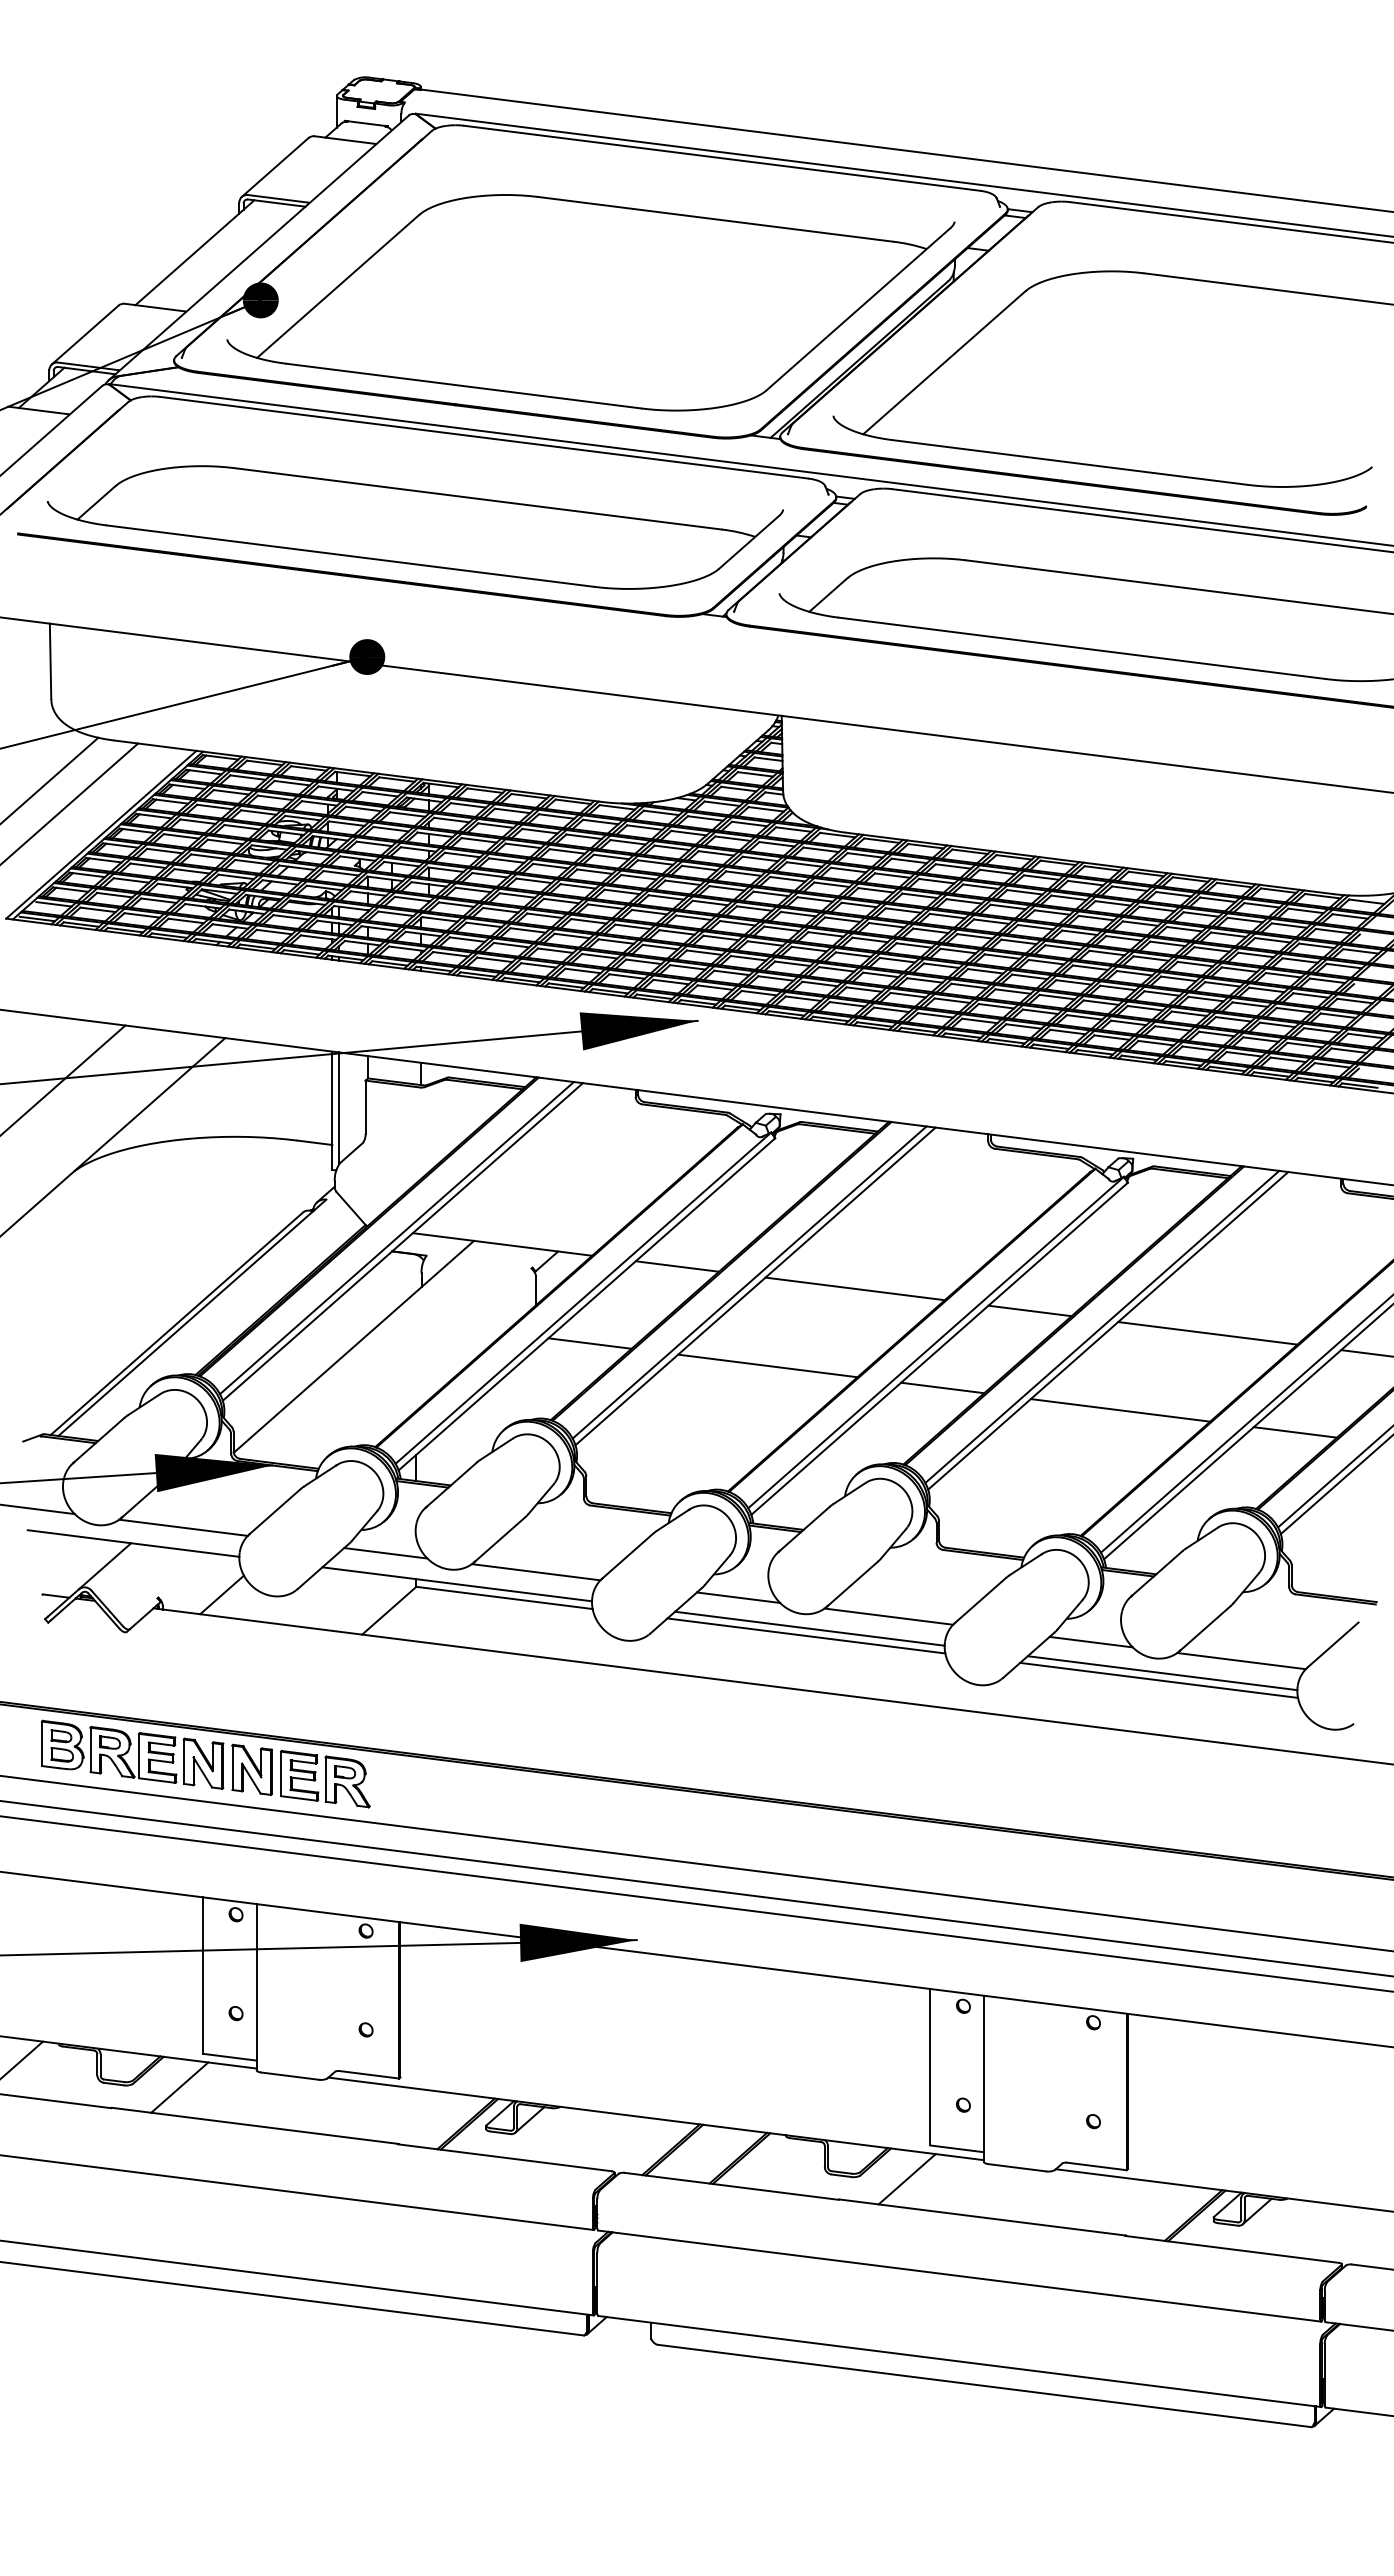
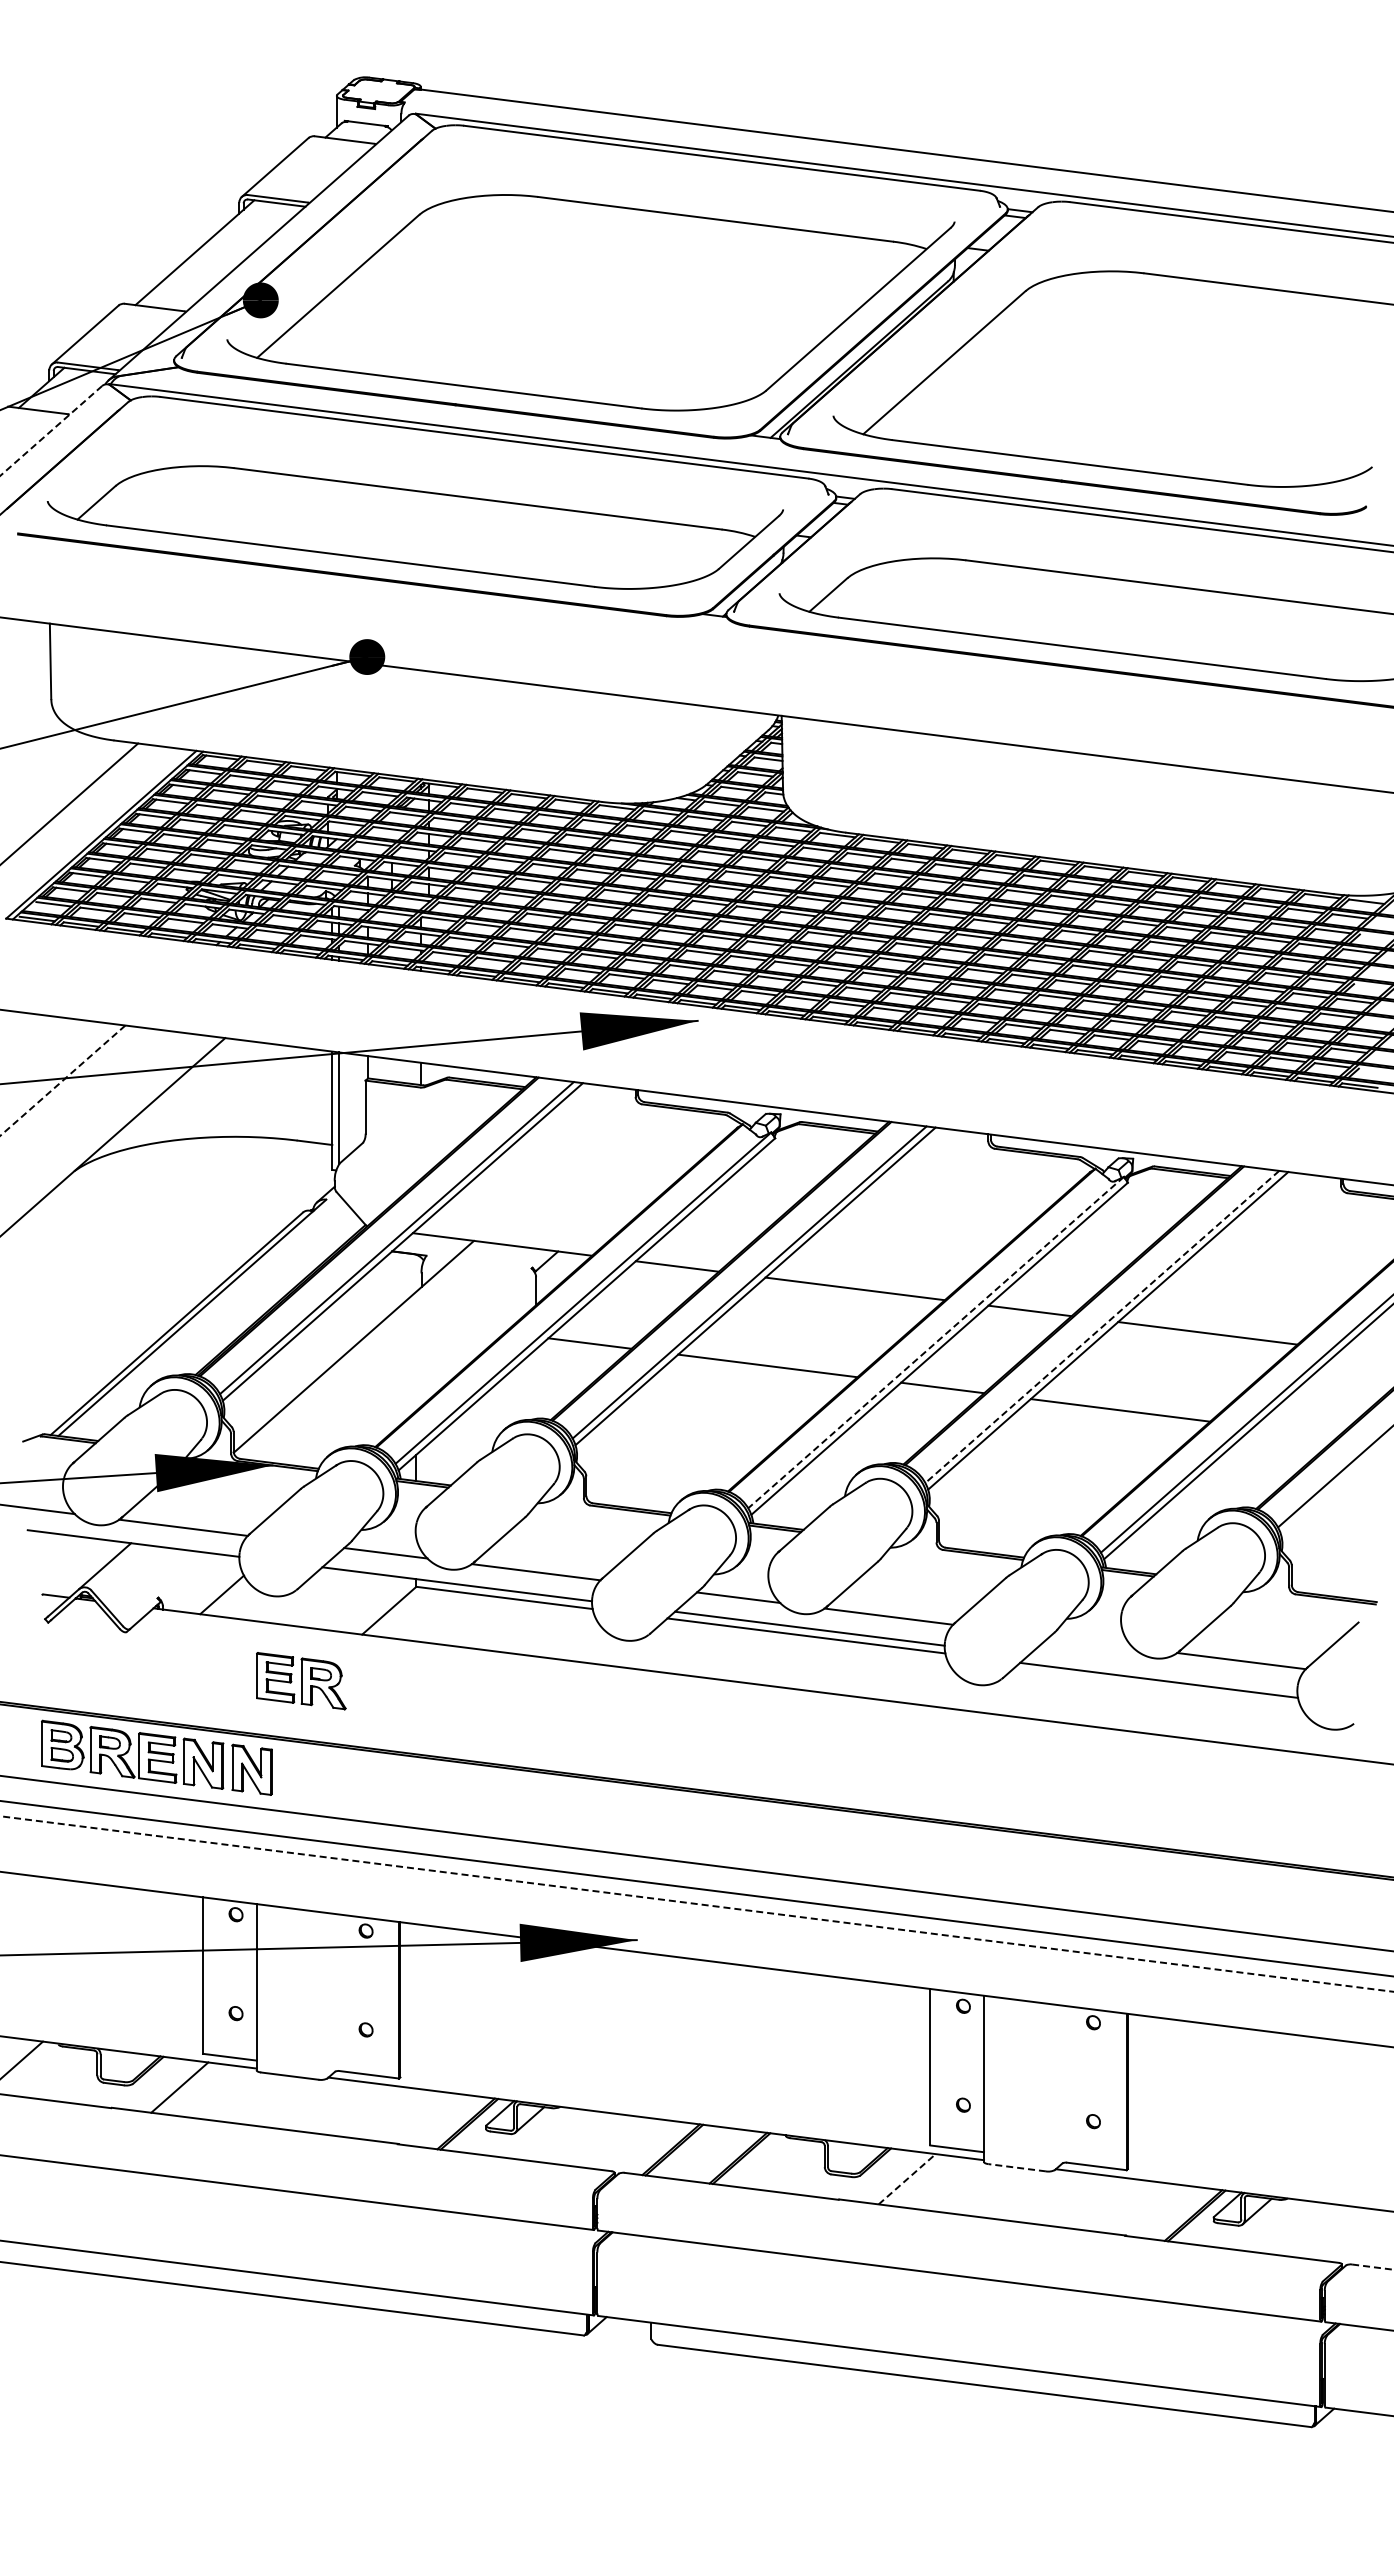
line at (51, 430): solid -> dashed
line at (50, 779): present -> none
line at (62, 1081): solid -> dashed
line at (1102, 1326): solid -> dashed
line at (935, 1342): solid -> dashed
line at (1365, 1353): present -> none
line at (1294, 1432): present -> none
line at (1335, 1485): present -> none
line at (1090, 1641): present -> none
line at (1162, 1673): present -> none
part at (325, 1779) position: (325, 1779) -> (301, 1681)
line at (697, 1904): solid -> dashed
line at (1017, 2167): solid -> dashed
line at (907, 2178): solid -> dashed
line at (1372, 2267): solid -> dashed
